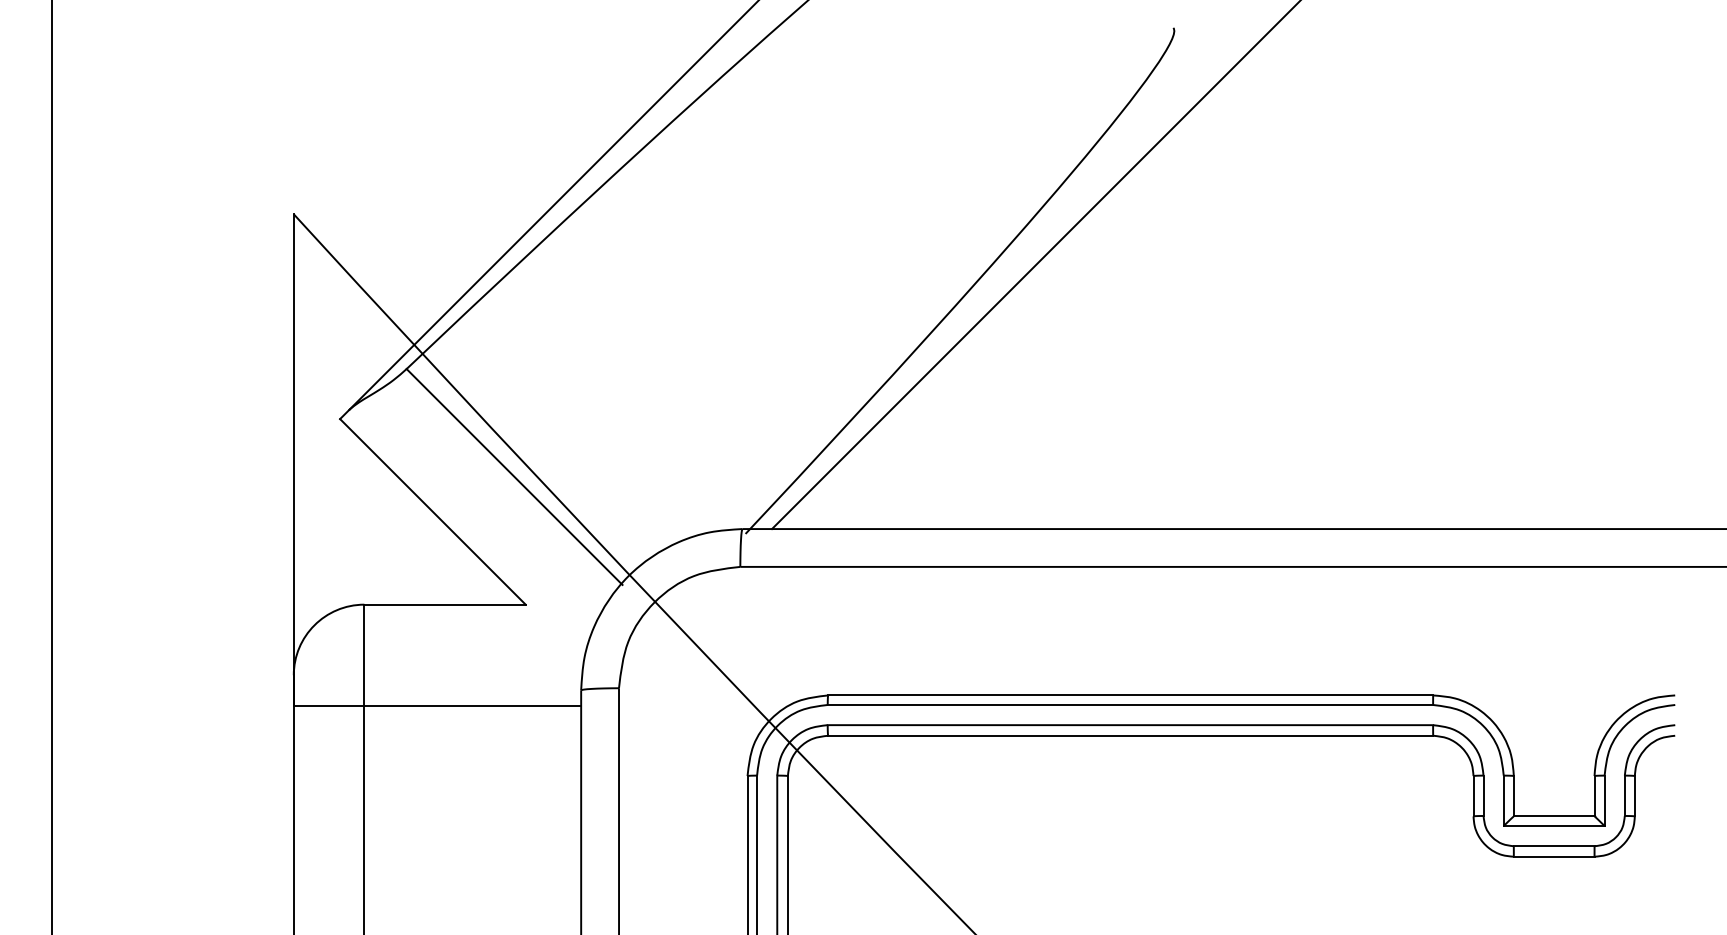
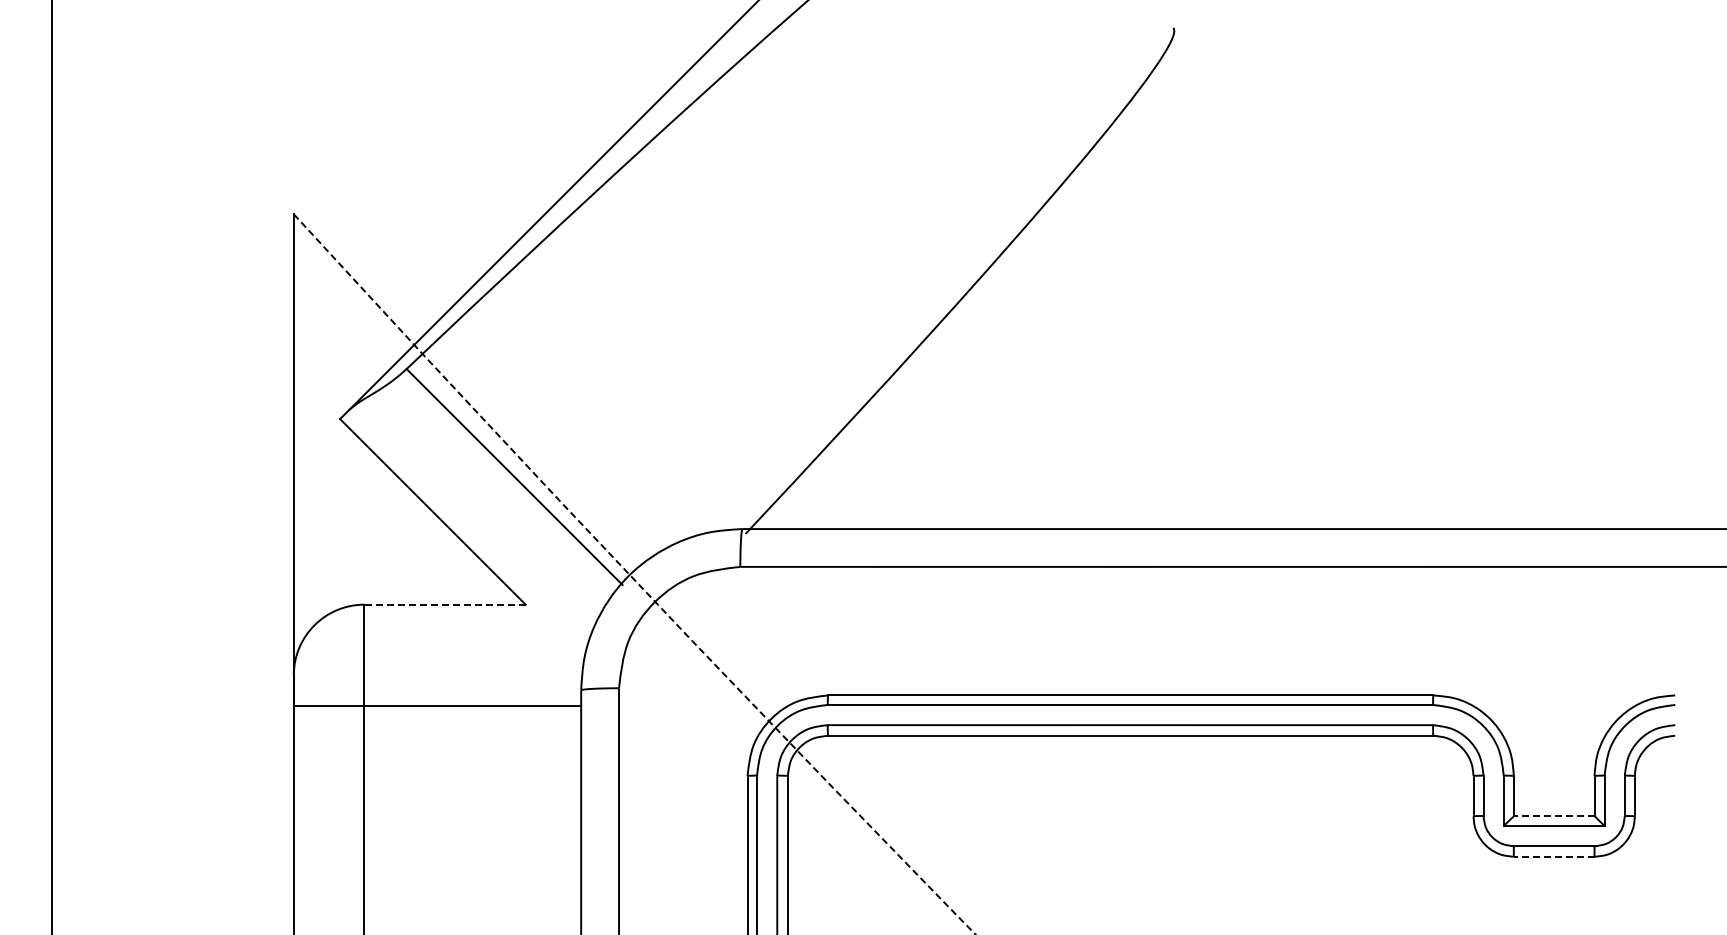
line at (1035, 265): present -> none
arc at (632, 577): solid -> dashed
line at (445, 604): solid -> dashed
line at (1553, 816): solid -> dashed
line at (1553, 856): solid -> dashed
